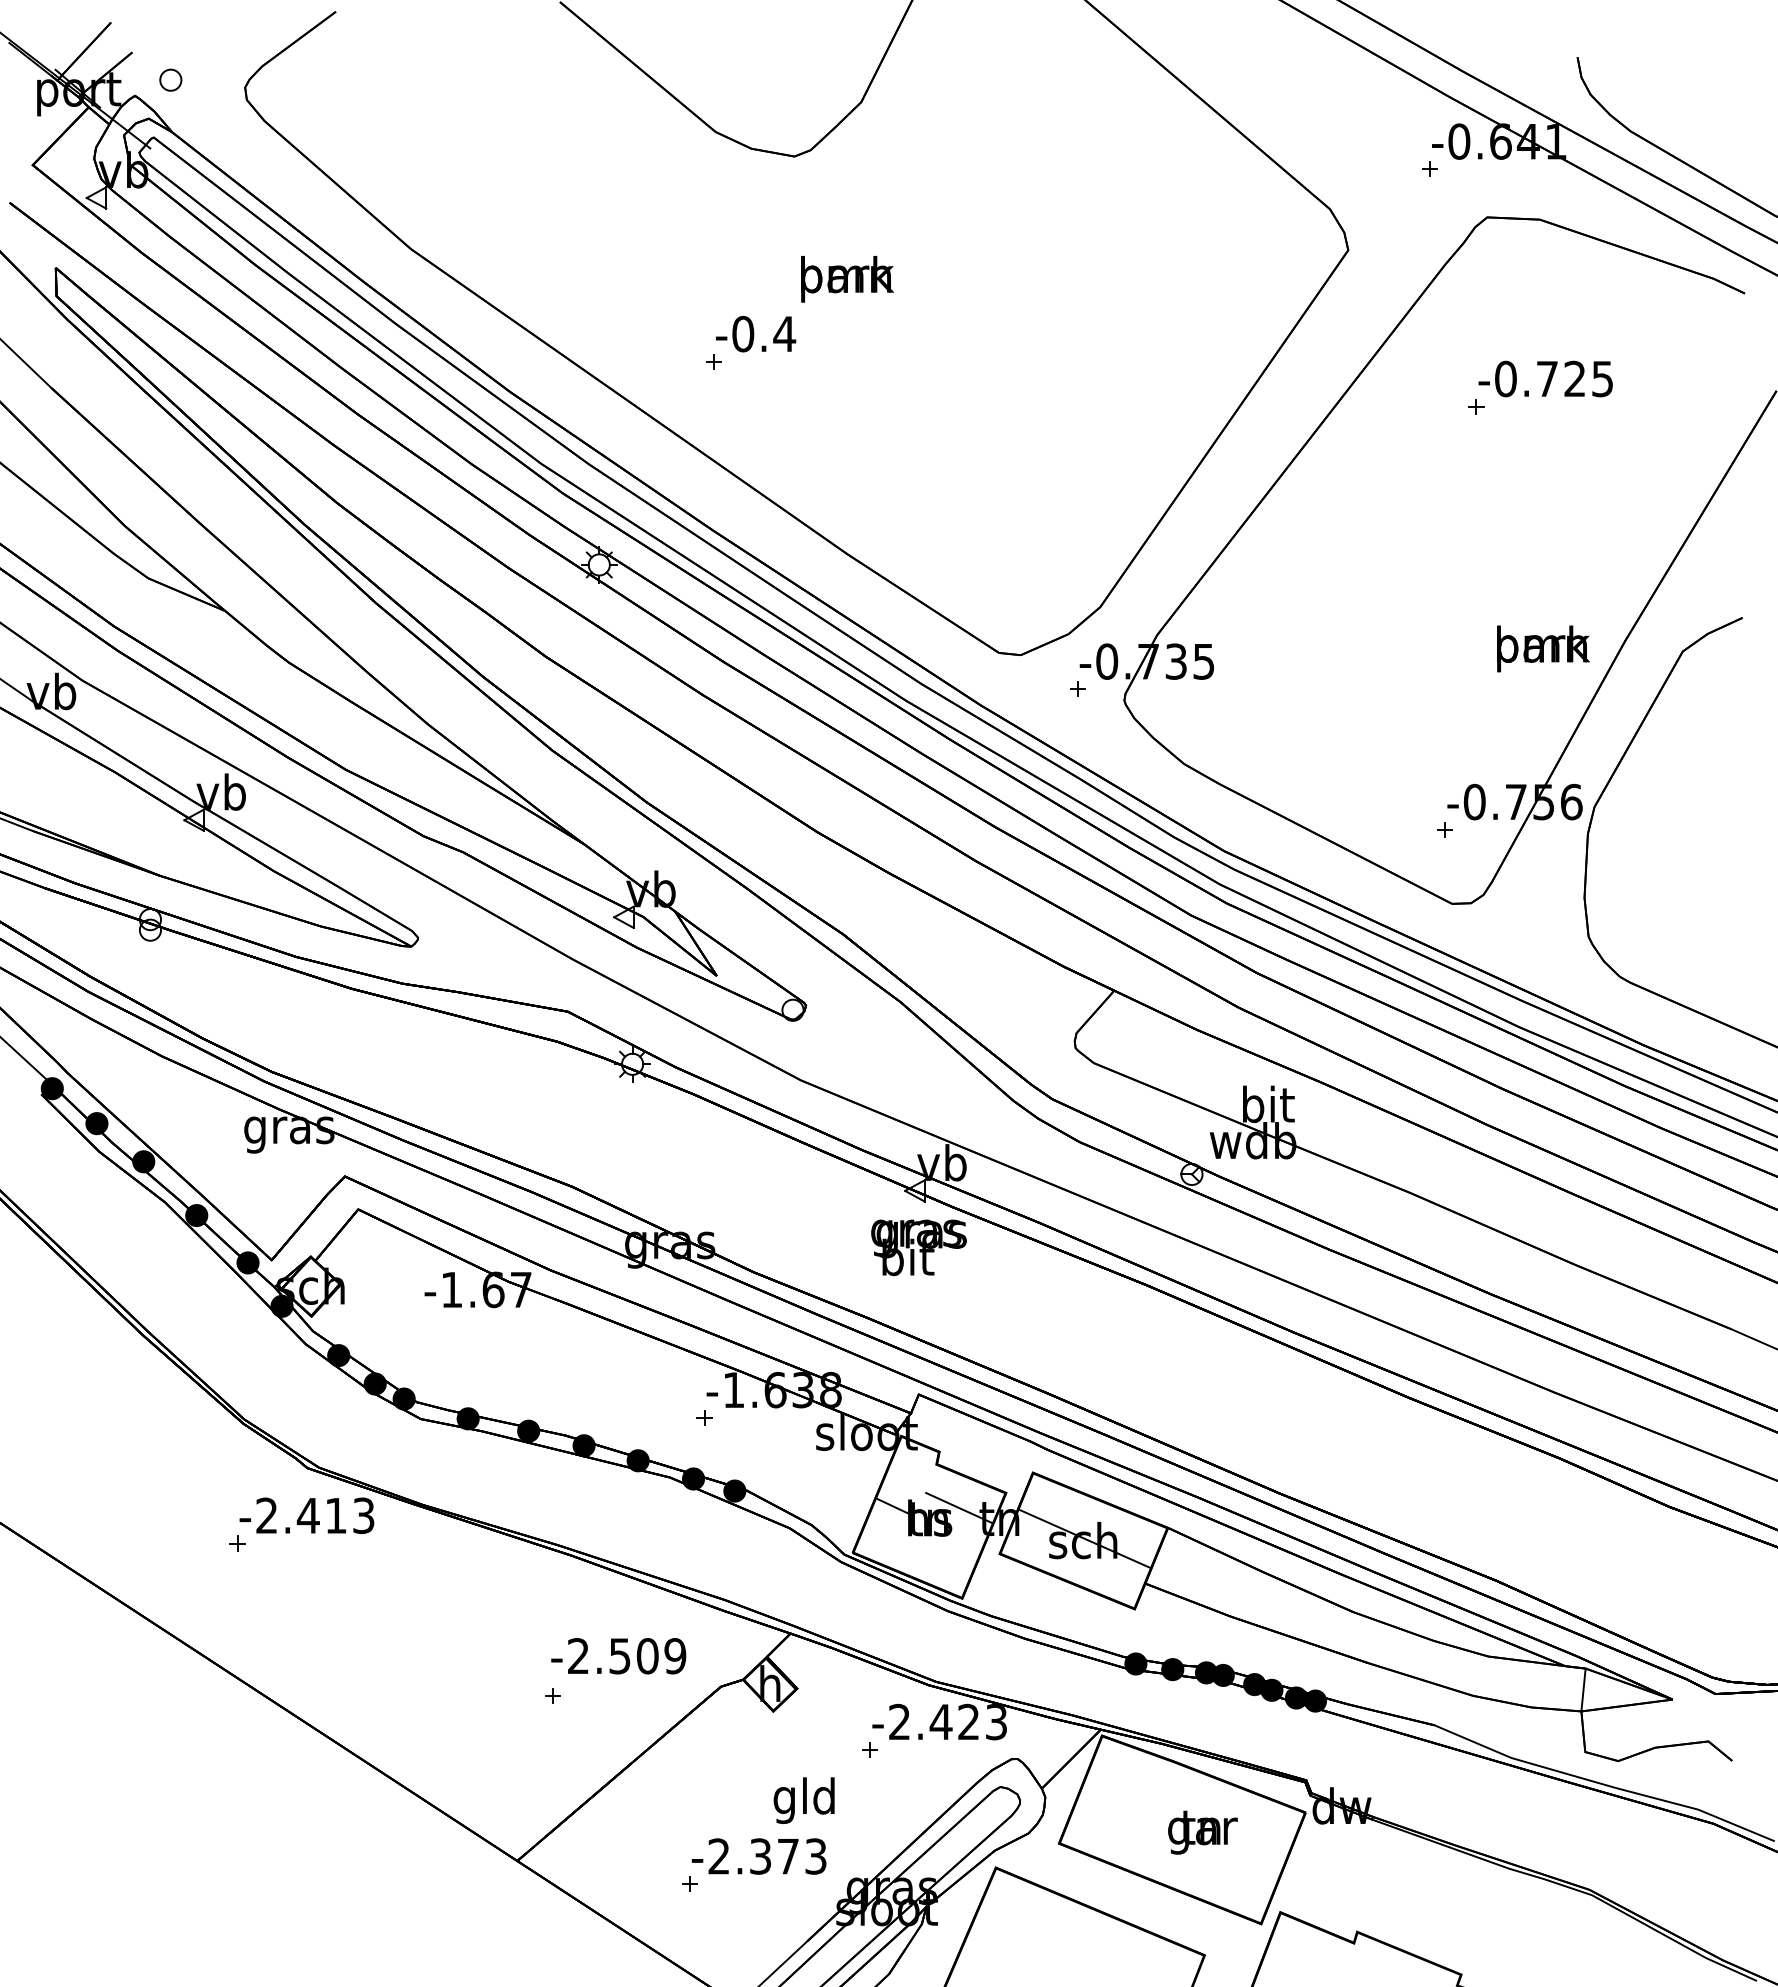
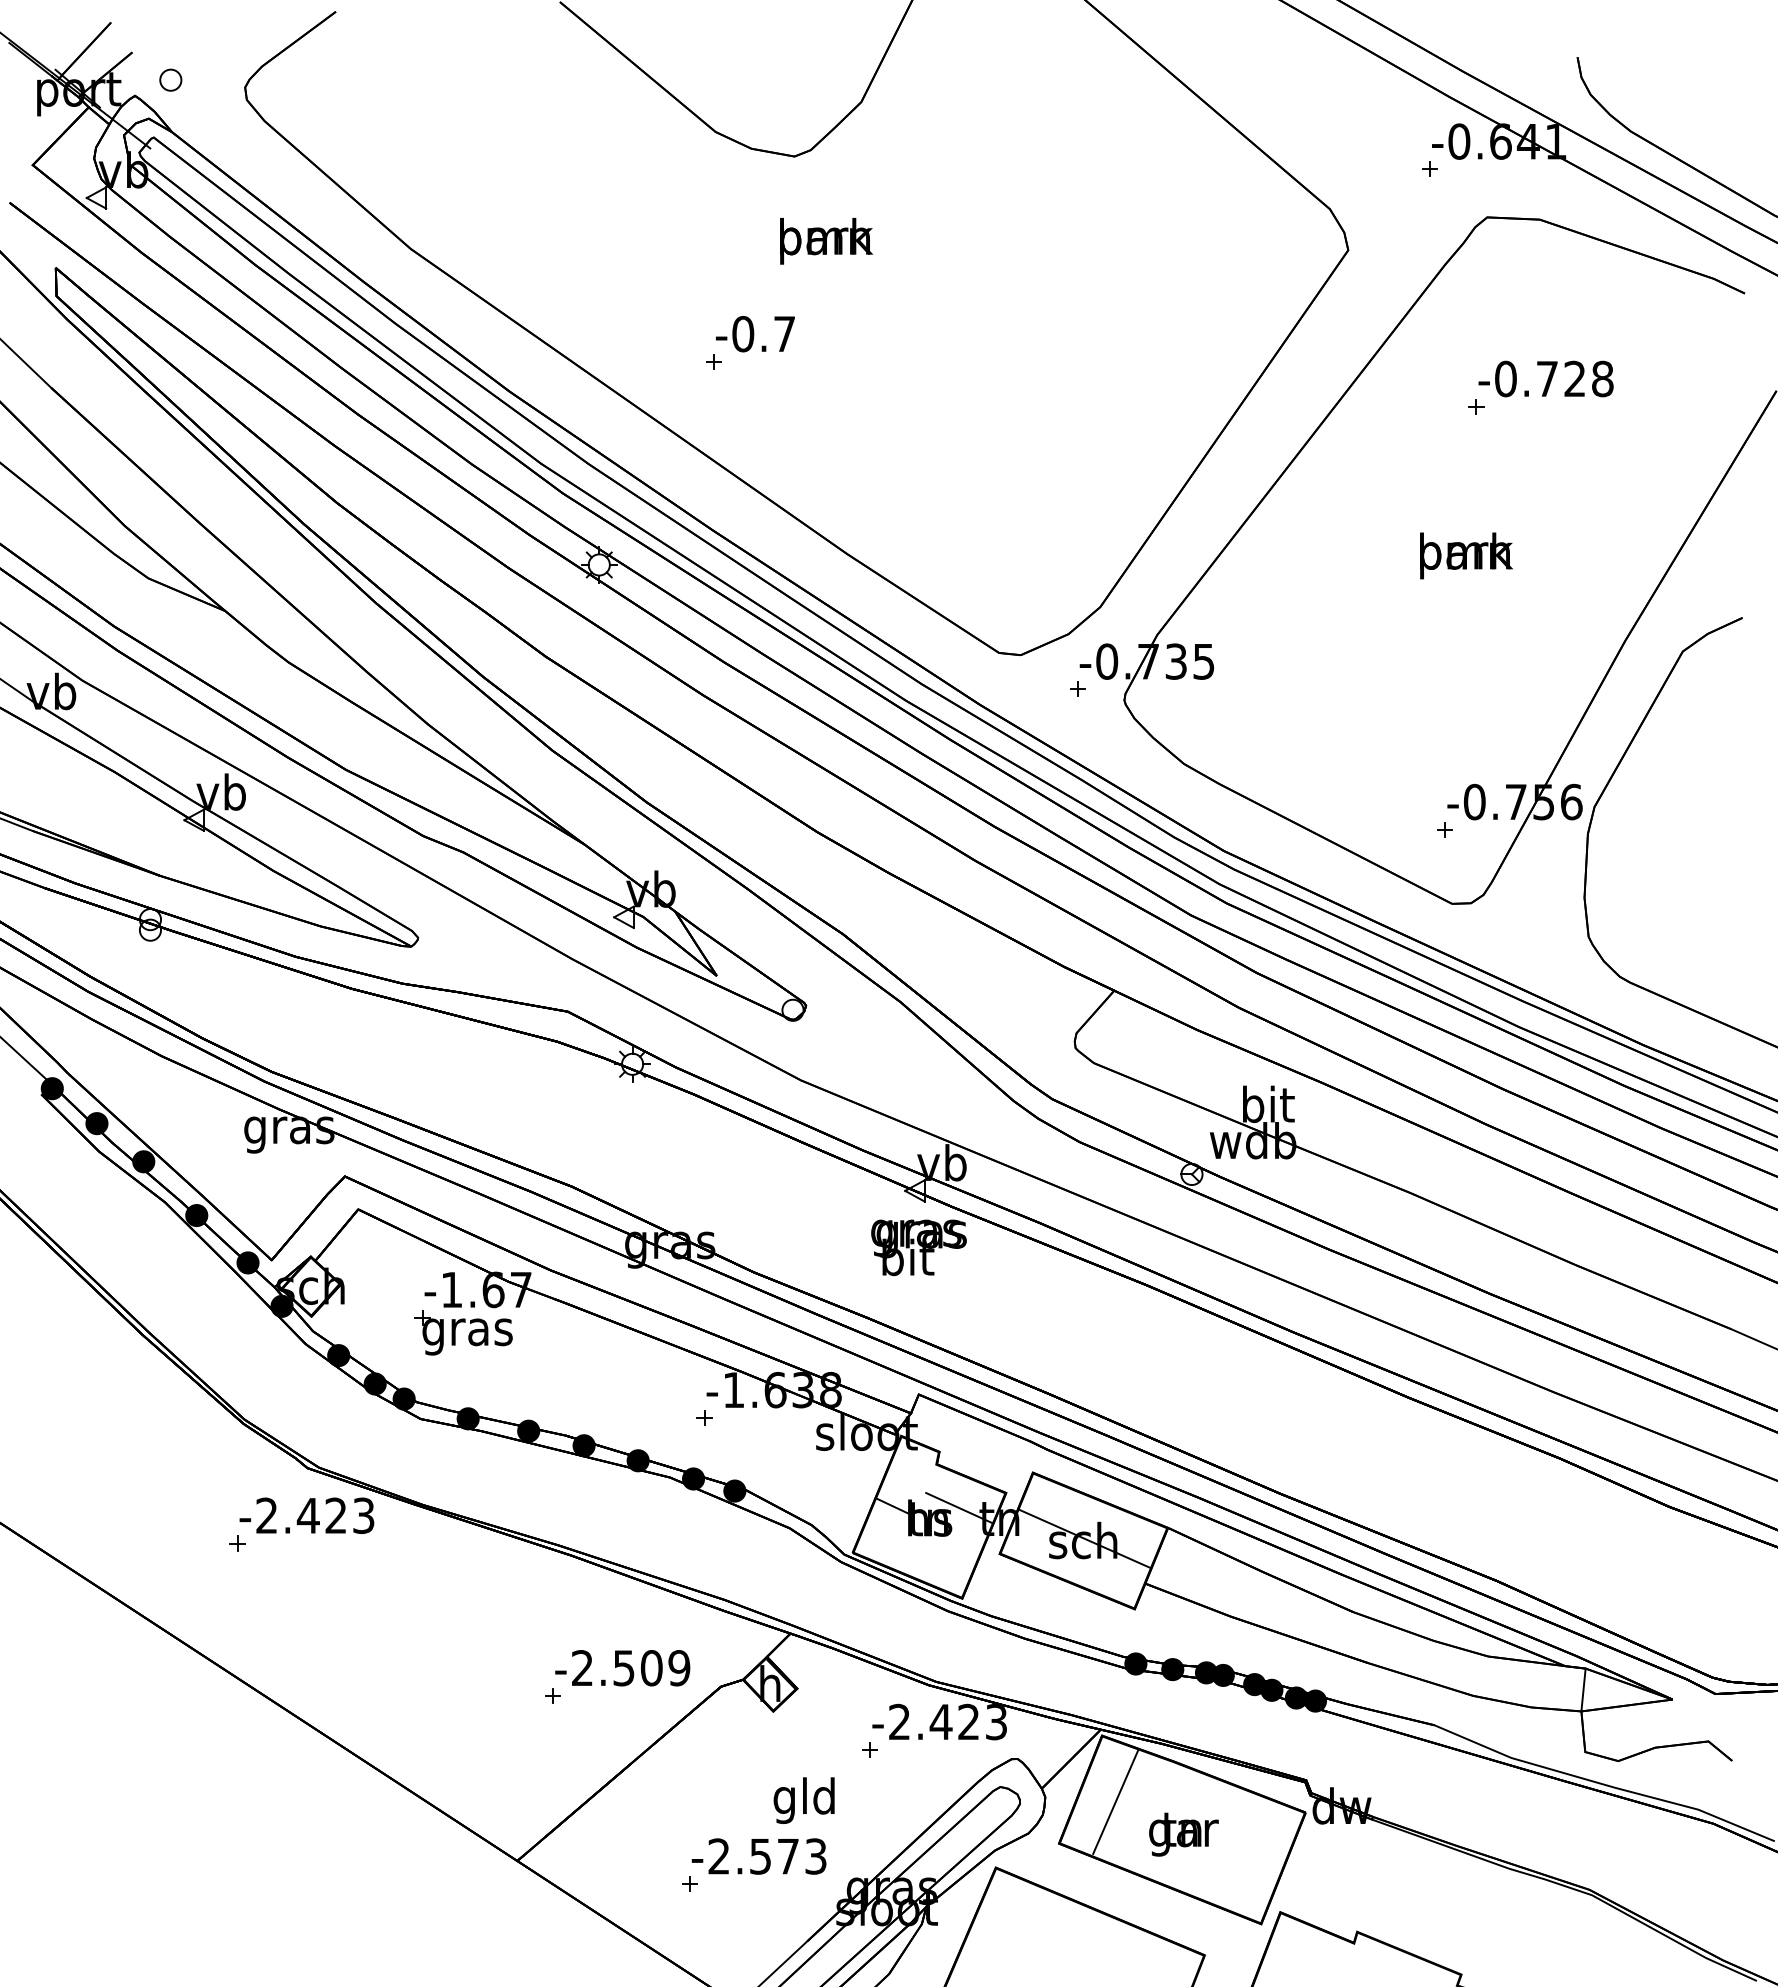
text at (847, 279) position: (847, 279) -> (826, 241)
text at (784, 333): -0.4 -> -0.7
text at (1602, 378): -0.725 -> -0.728
text at (1543, 648) position: (1543, 648) -> (1466, 555)
part at (463, 1332): none -> present
text at (335, 1515): -2.413 -> -2.423
text at (618, 1656) position: (618, 1656) -> (622, 1668)
line at (1115, 1801): none -> present
text at (1202, 1832) position: (1202, 1832) -> (1183, 1834)
text at (760, 1856): -2.373 -> -2.573
